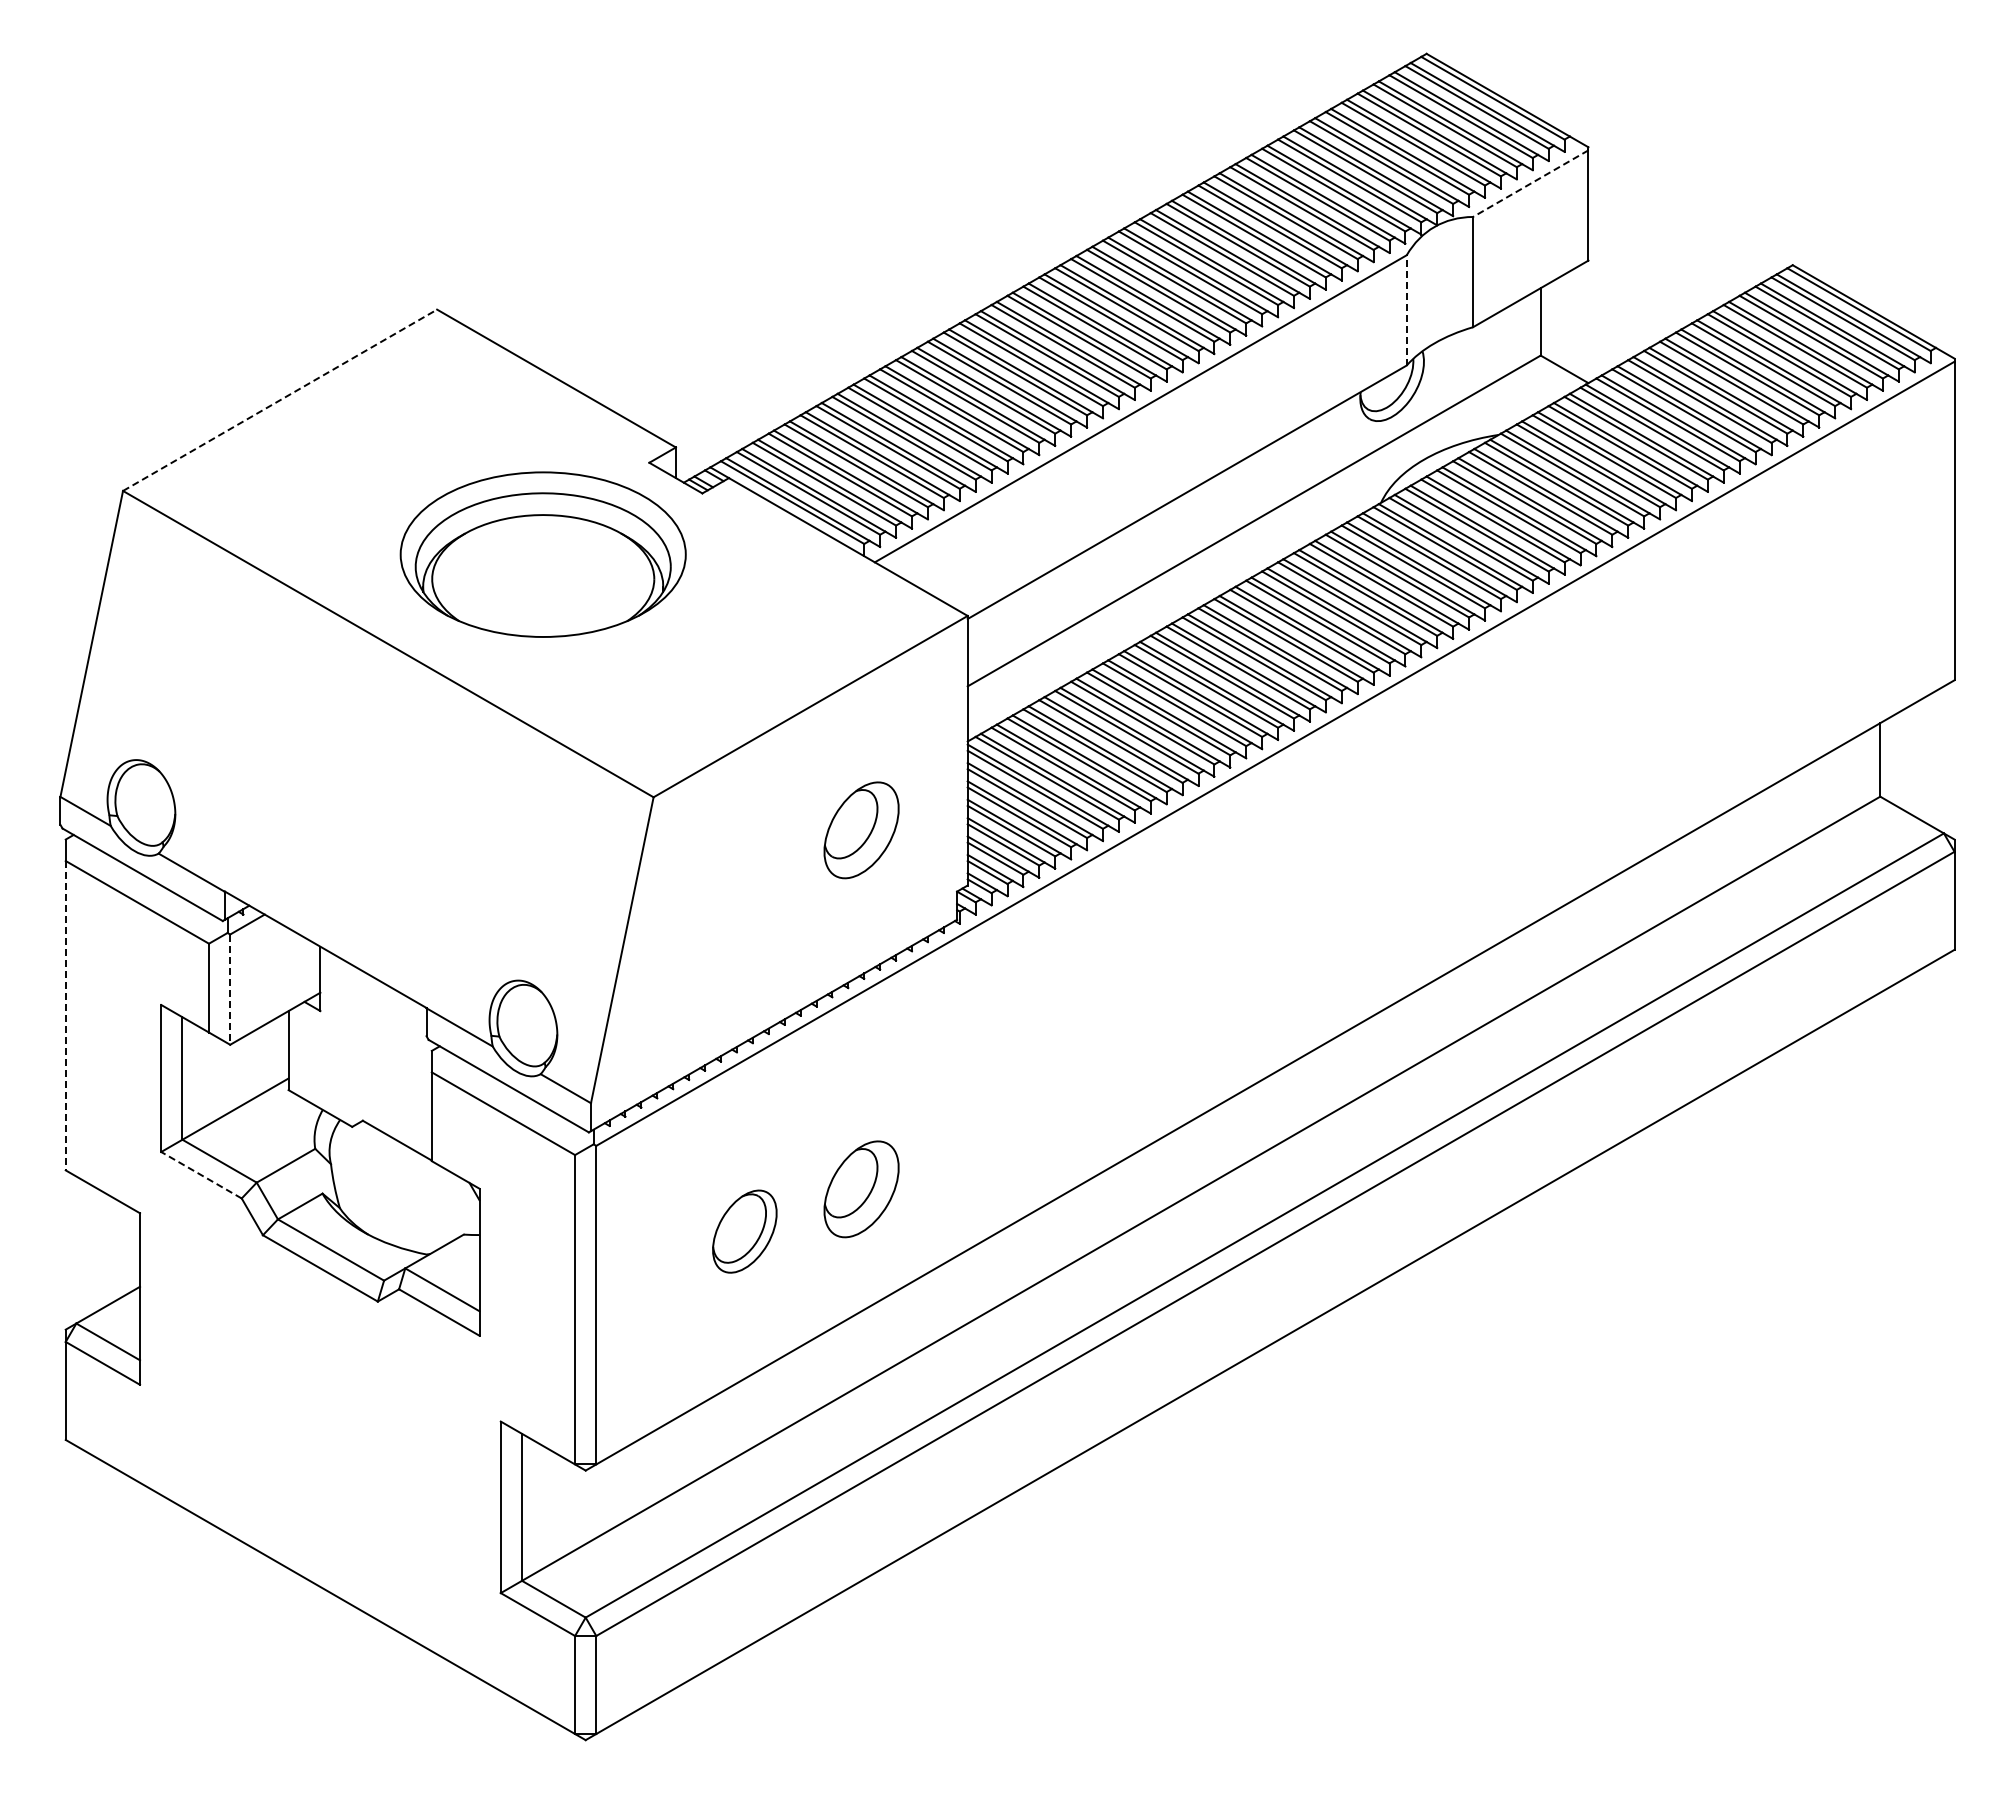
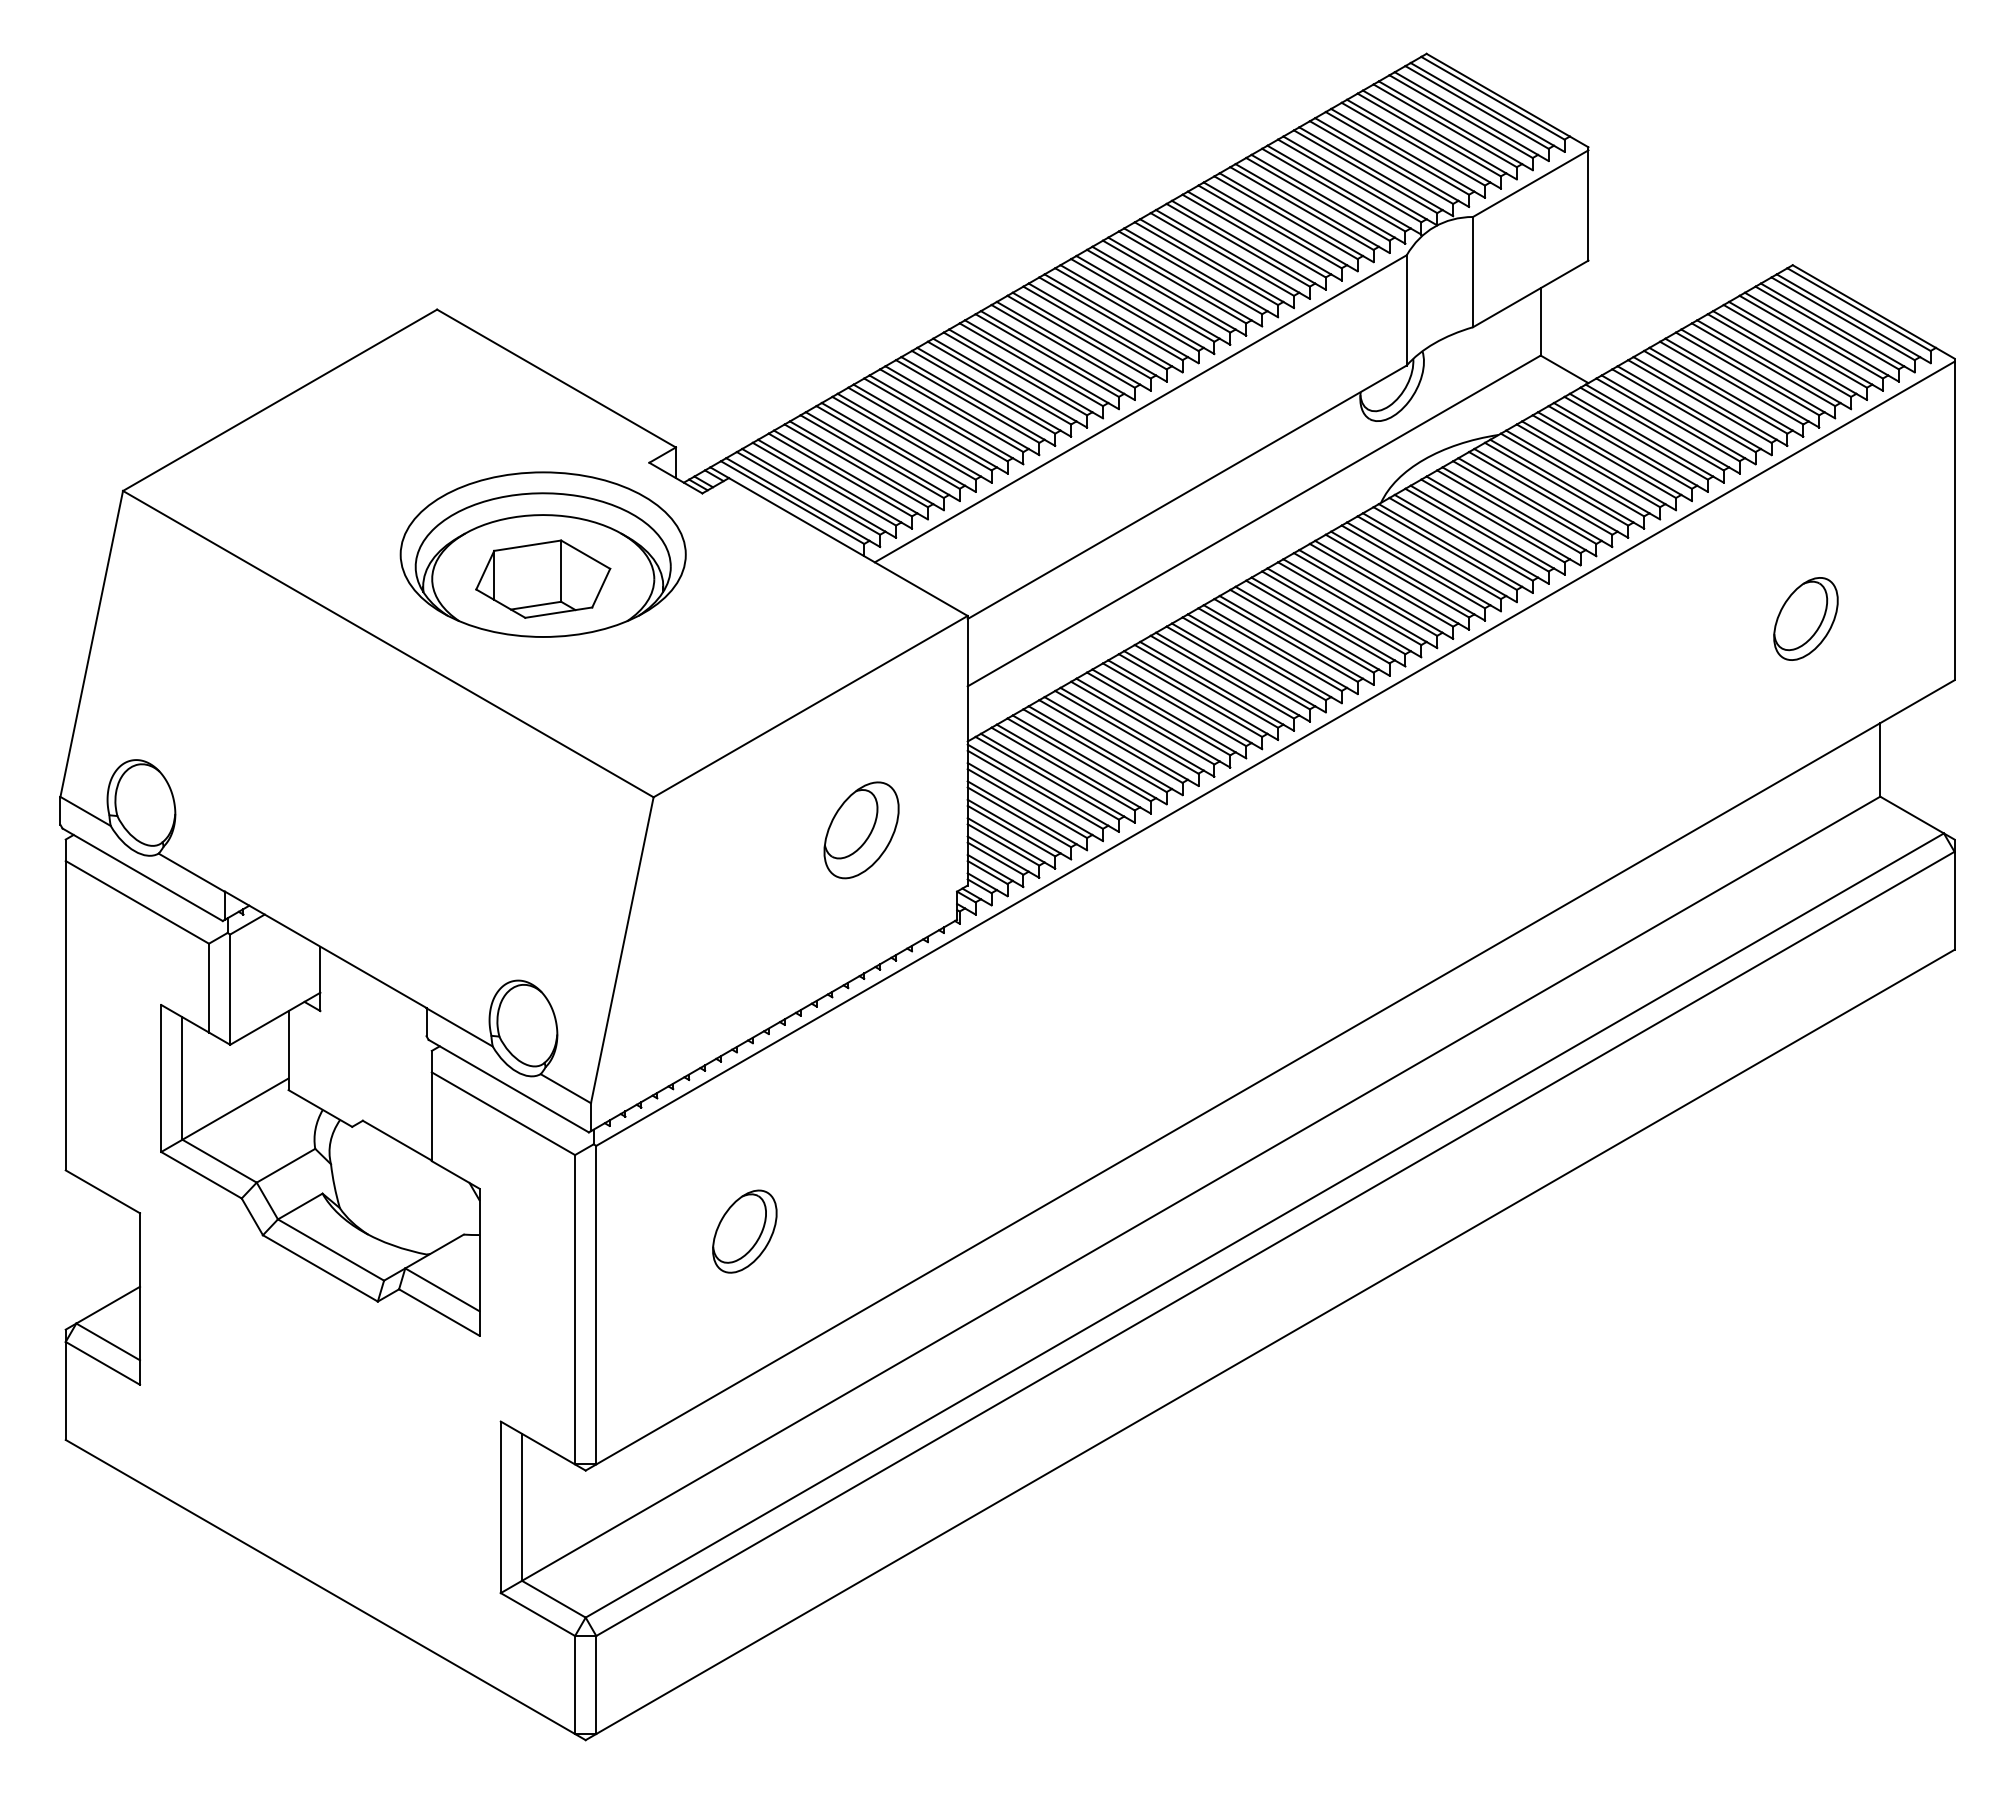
line at (1530, 183): dashed -> solid
line at (1406, 309): dashed -> solid
line at (280, 400): dashed -> solid
part at (543, 578): none -> present
part at (1805, 618): none -> present
line at (230, 990): dashed -> solid
line at (65, 1015): dashed -> solid
line at (201, 1174): dashed -> solid
part at (861, 1189): present -> none
